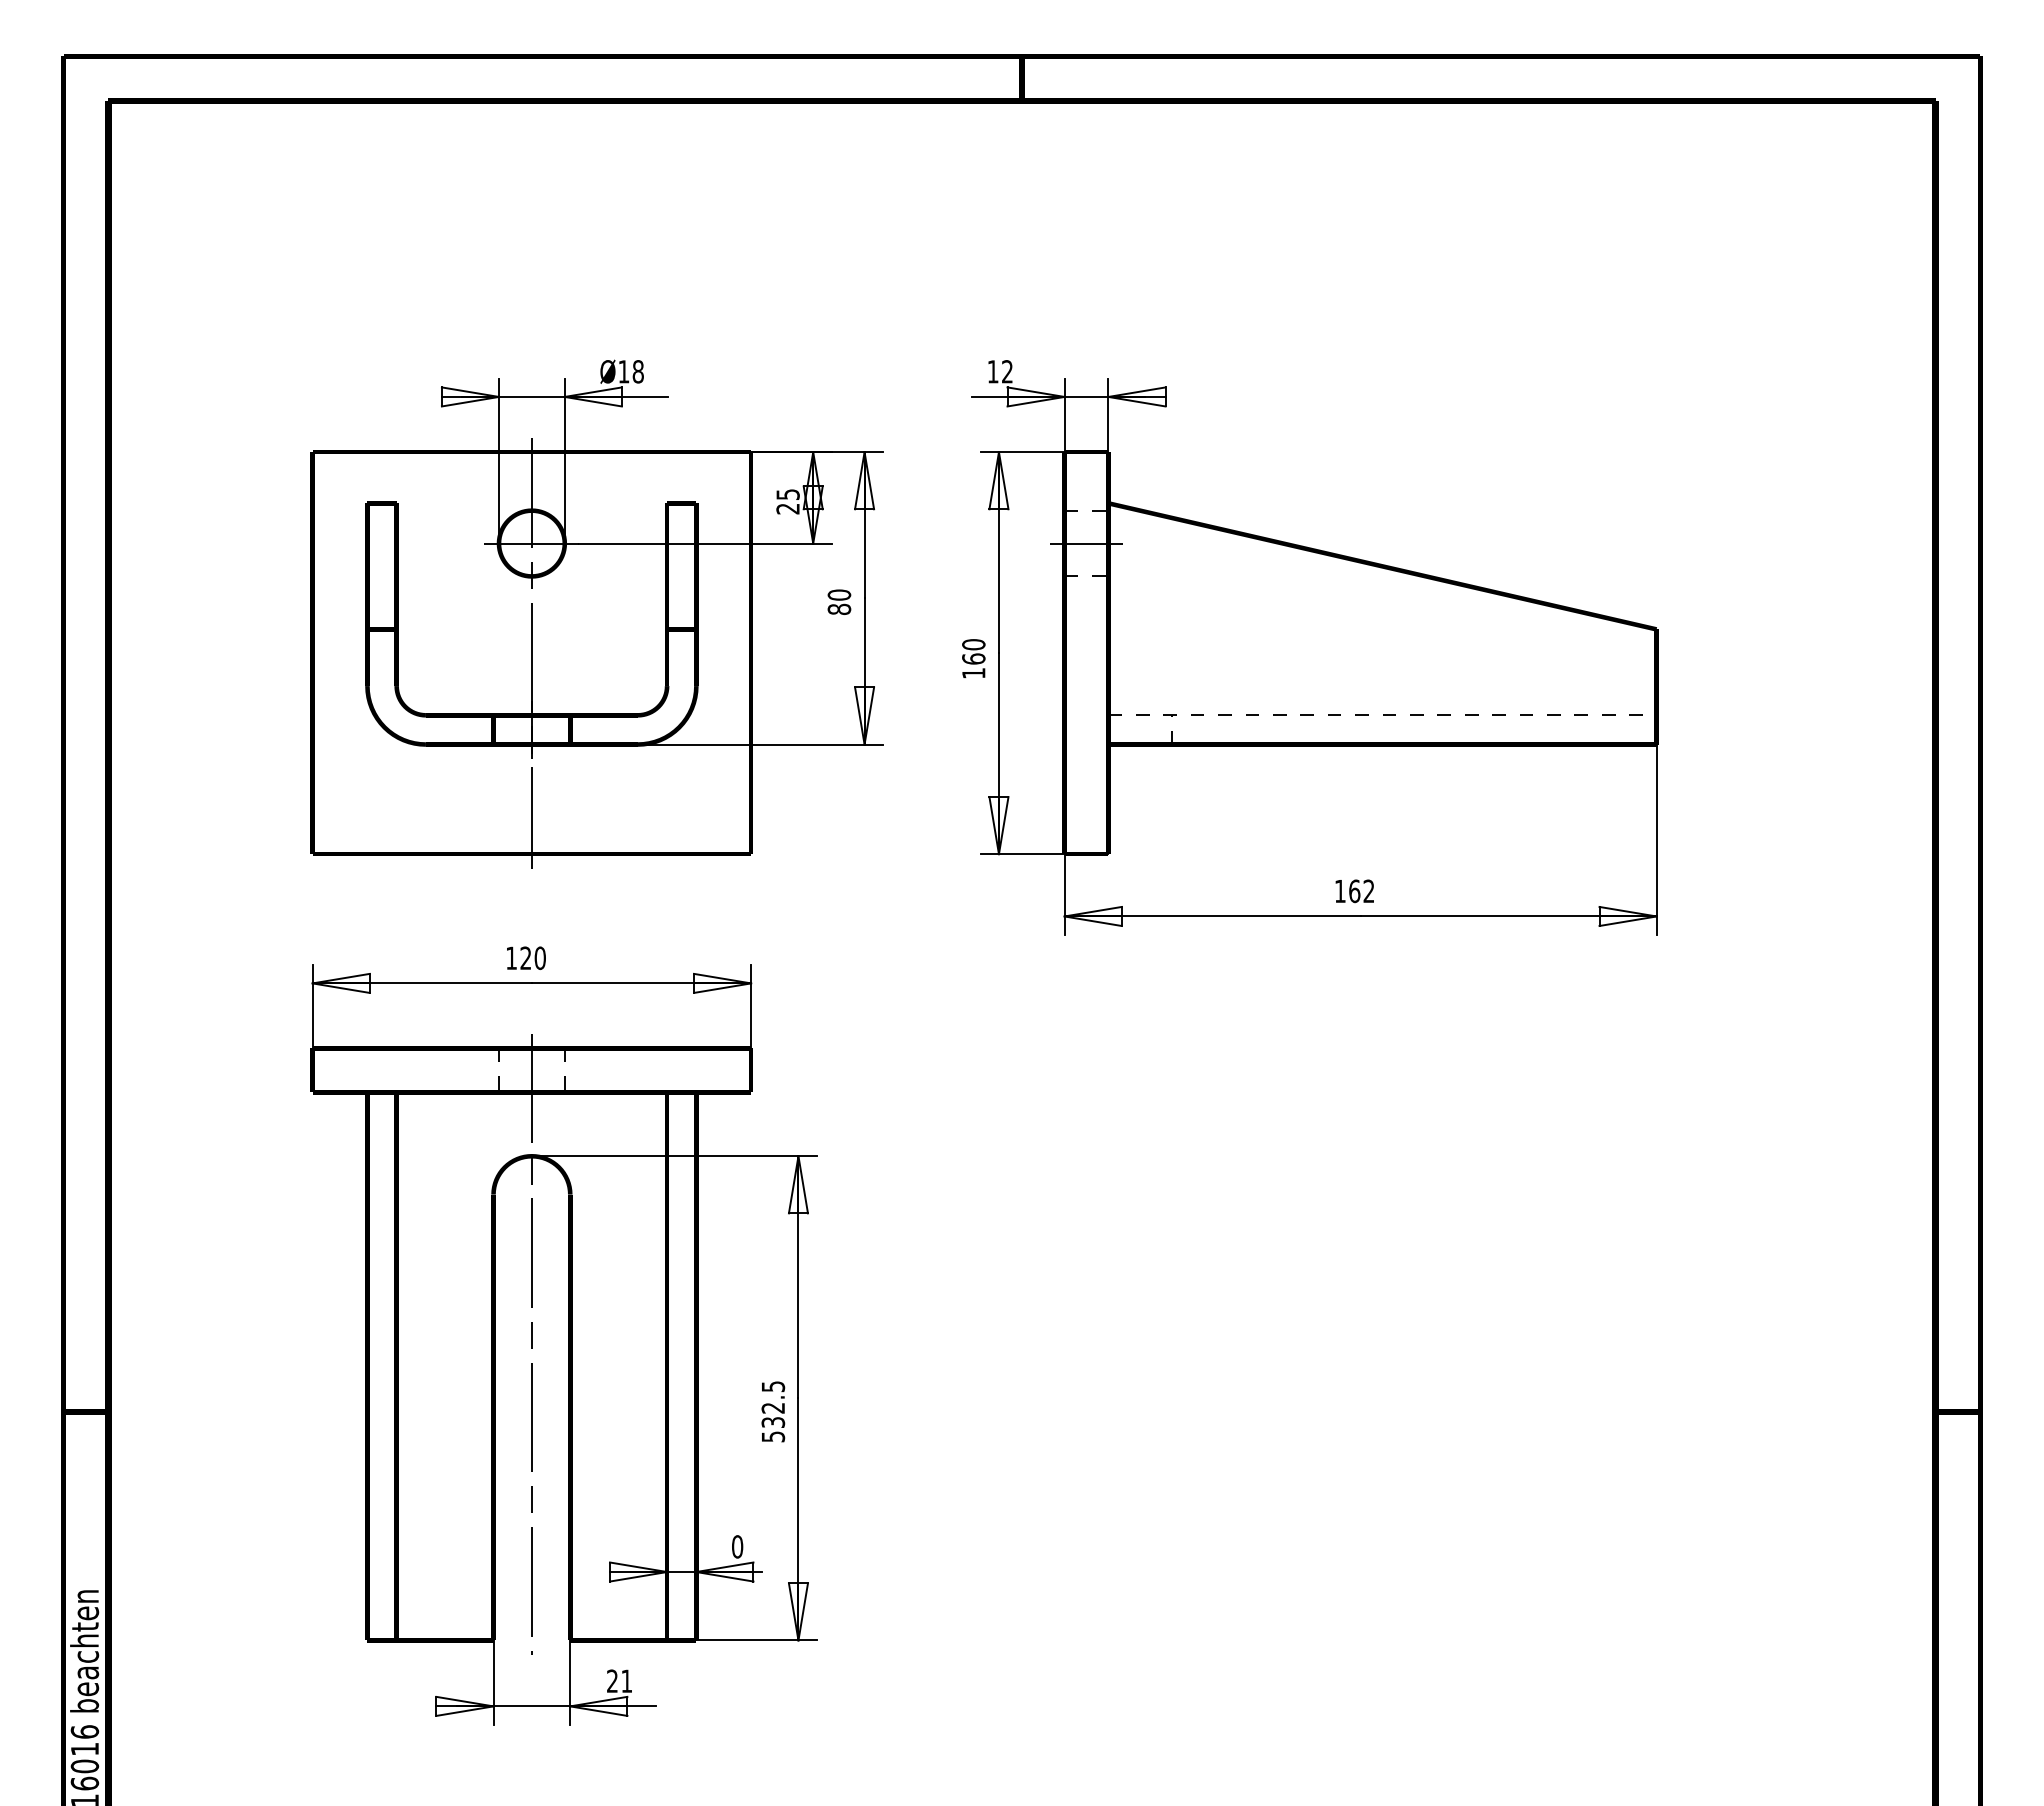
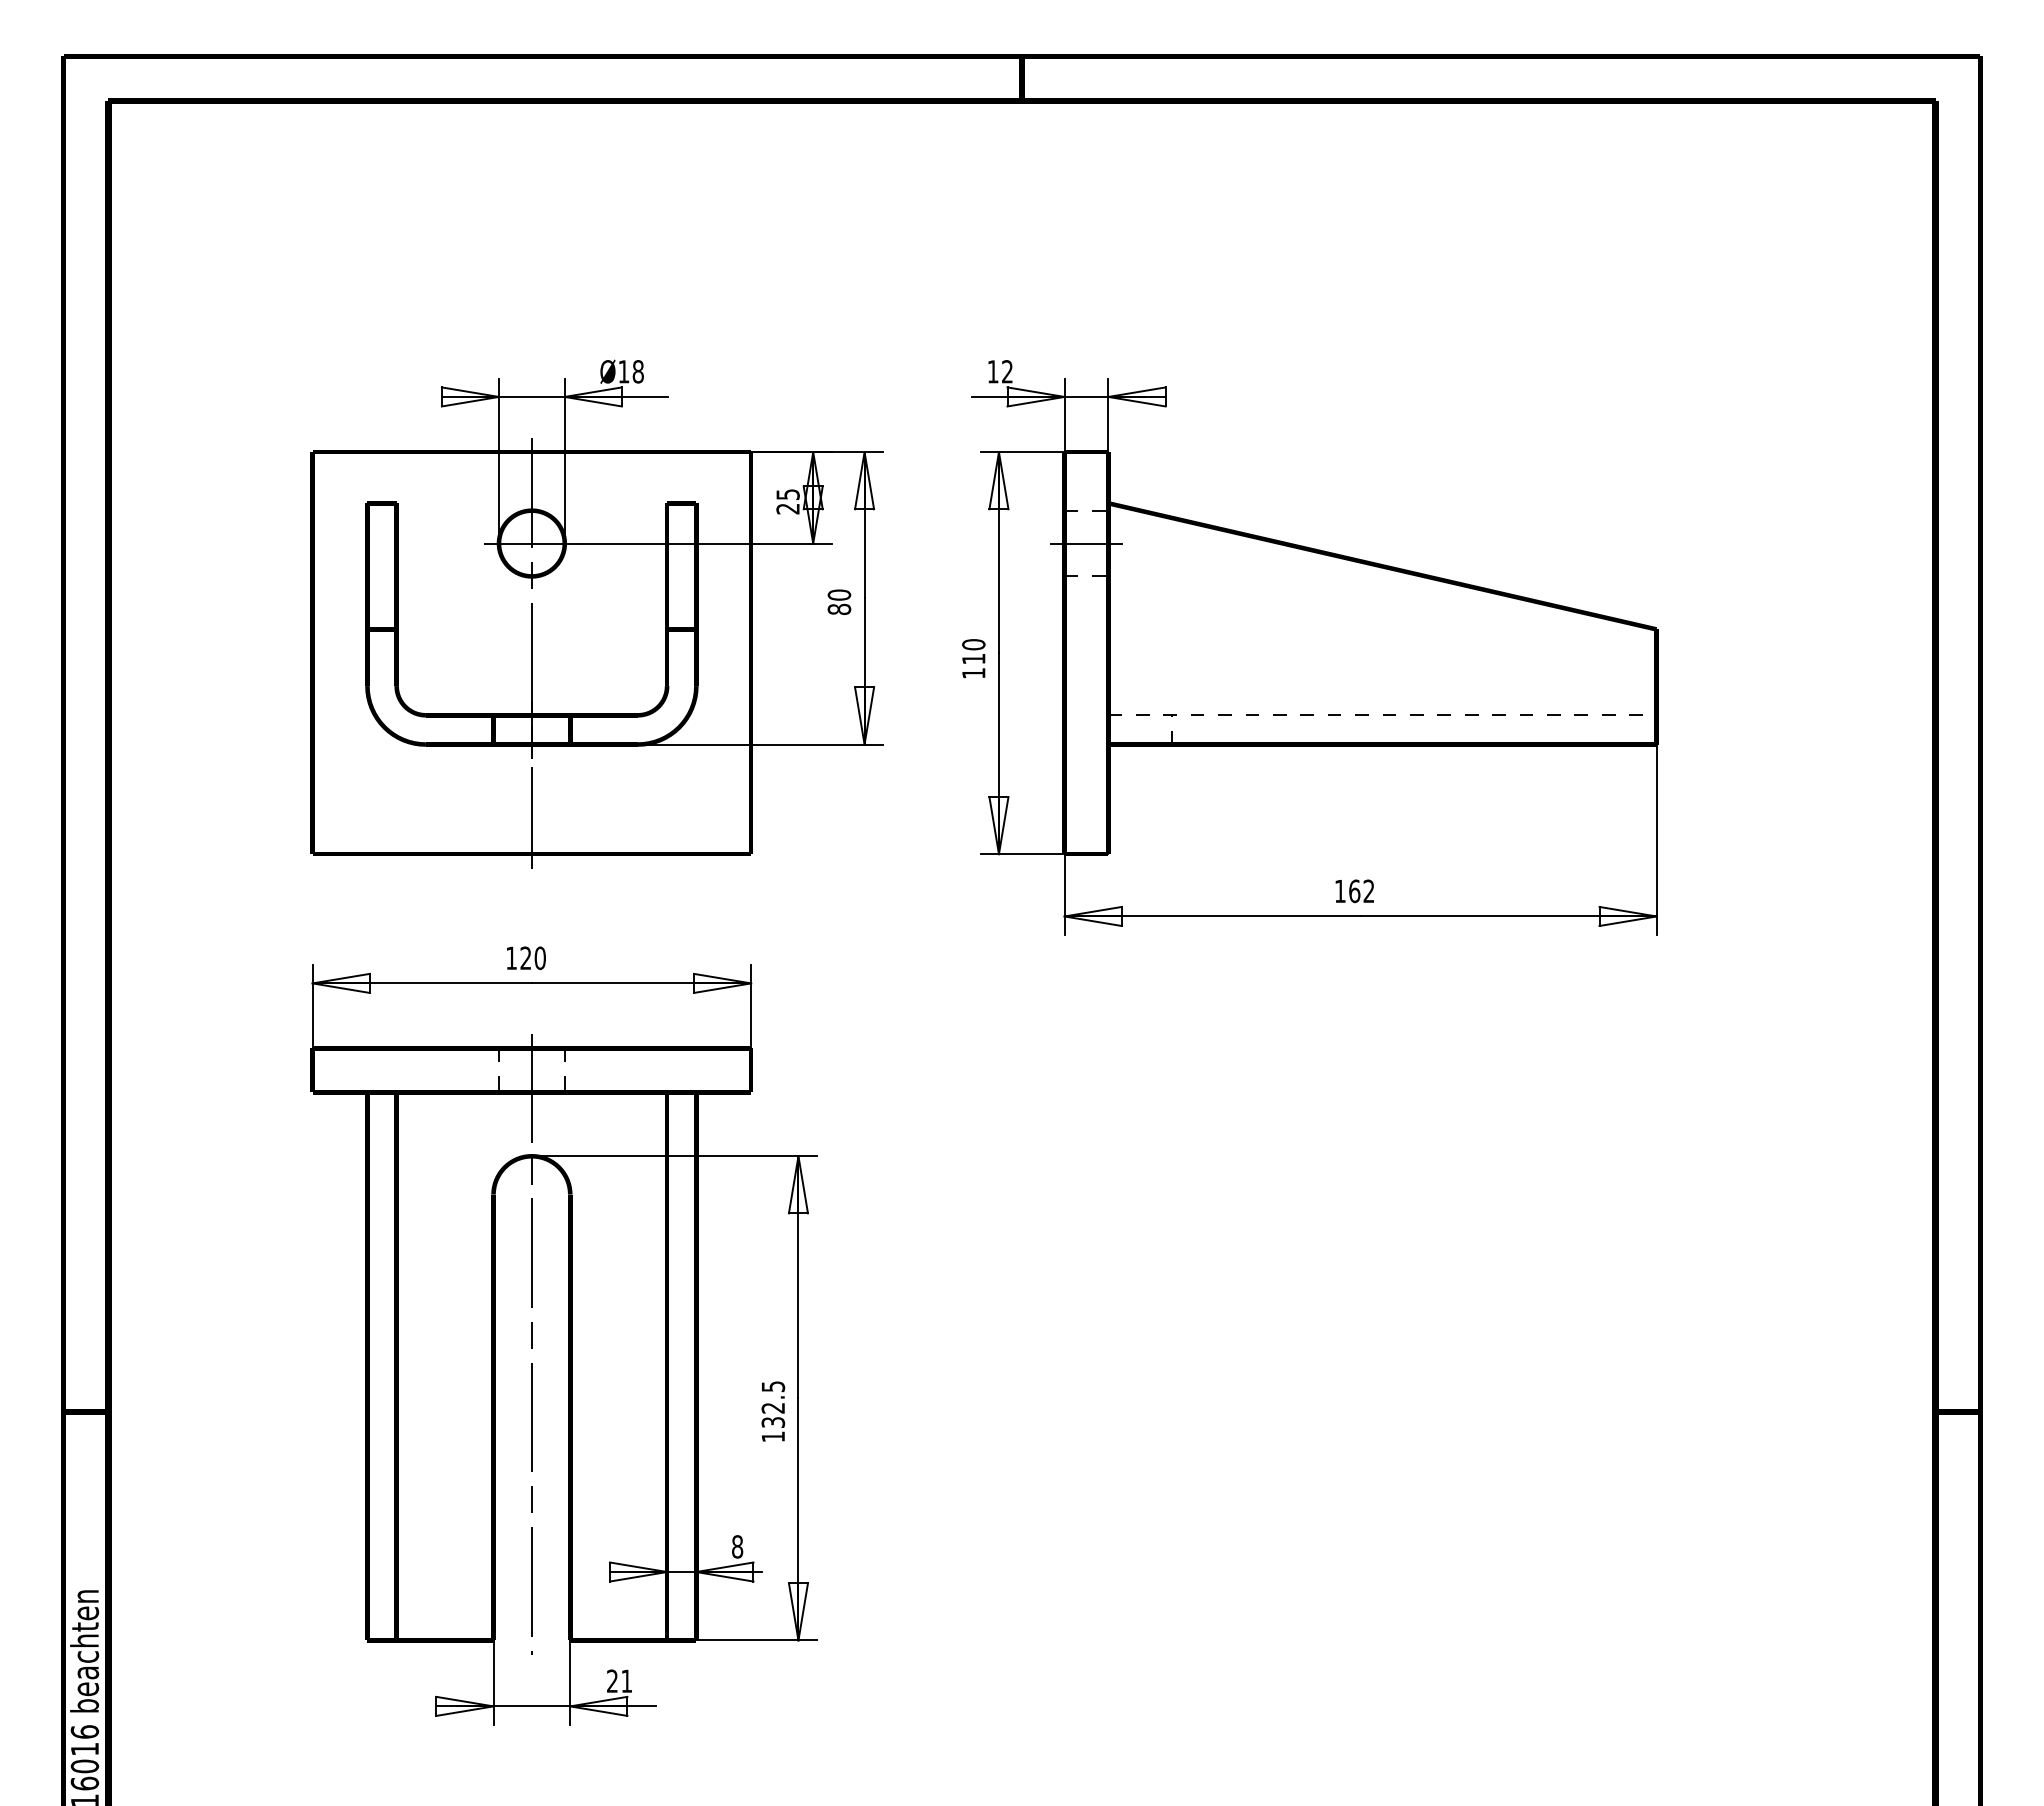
text at (973, 658): 160 -> 110
text at (773, 1436): 532.5 -> 132.5
text at (737, 1546): 0 -> 8
